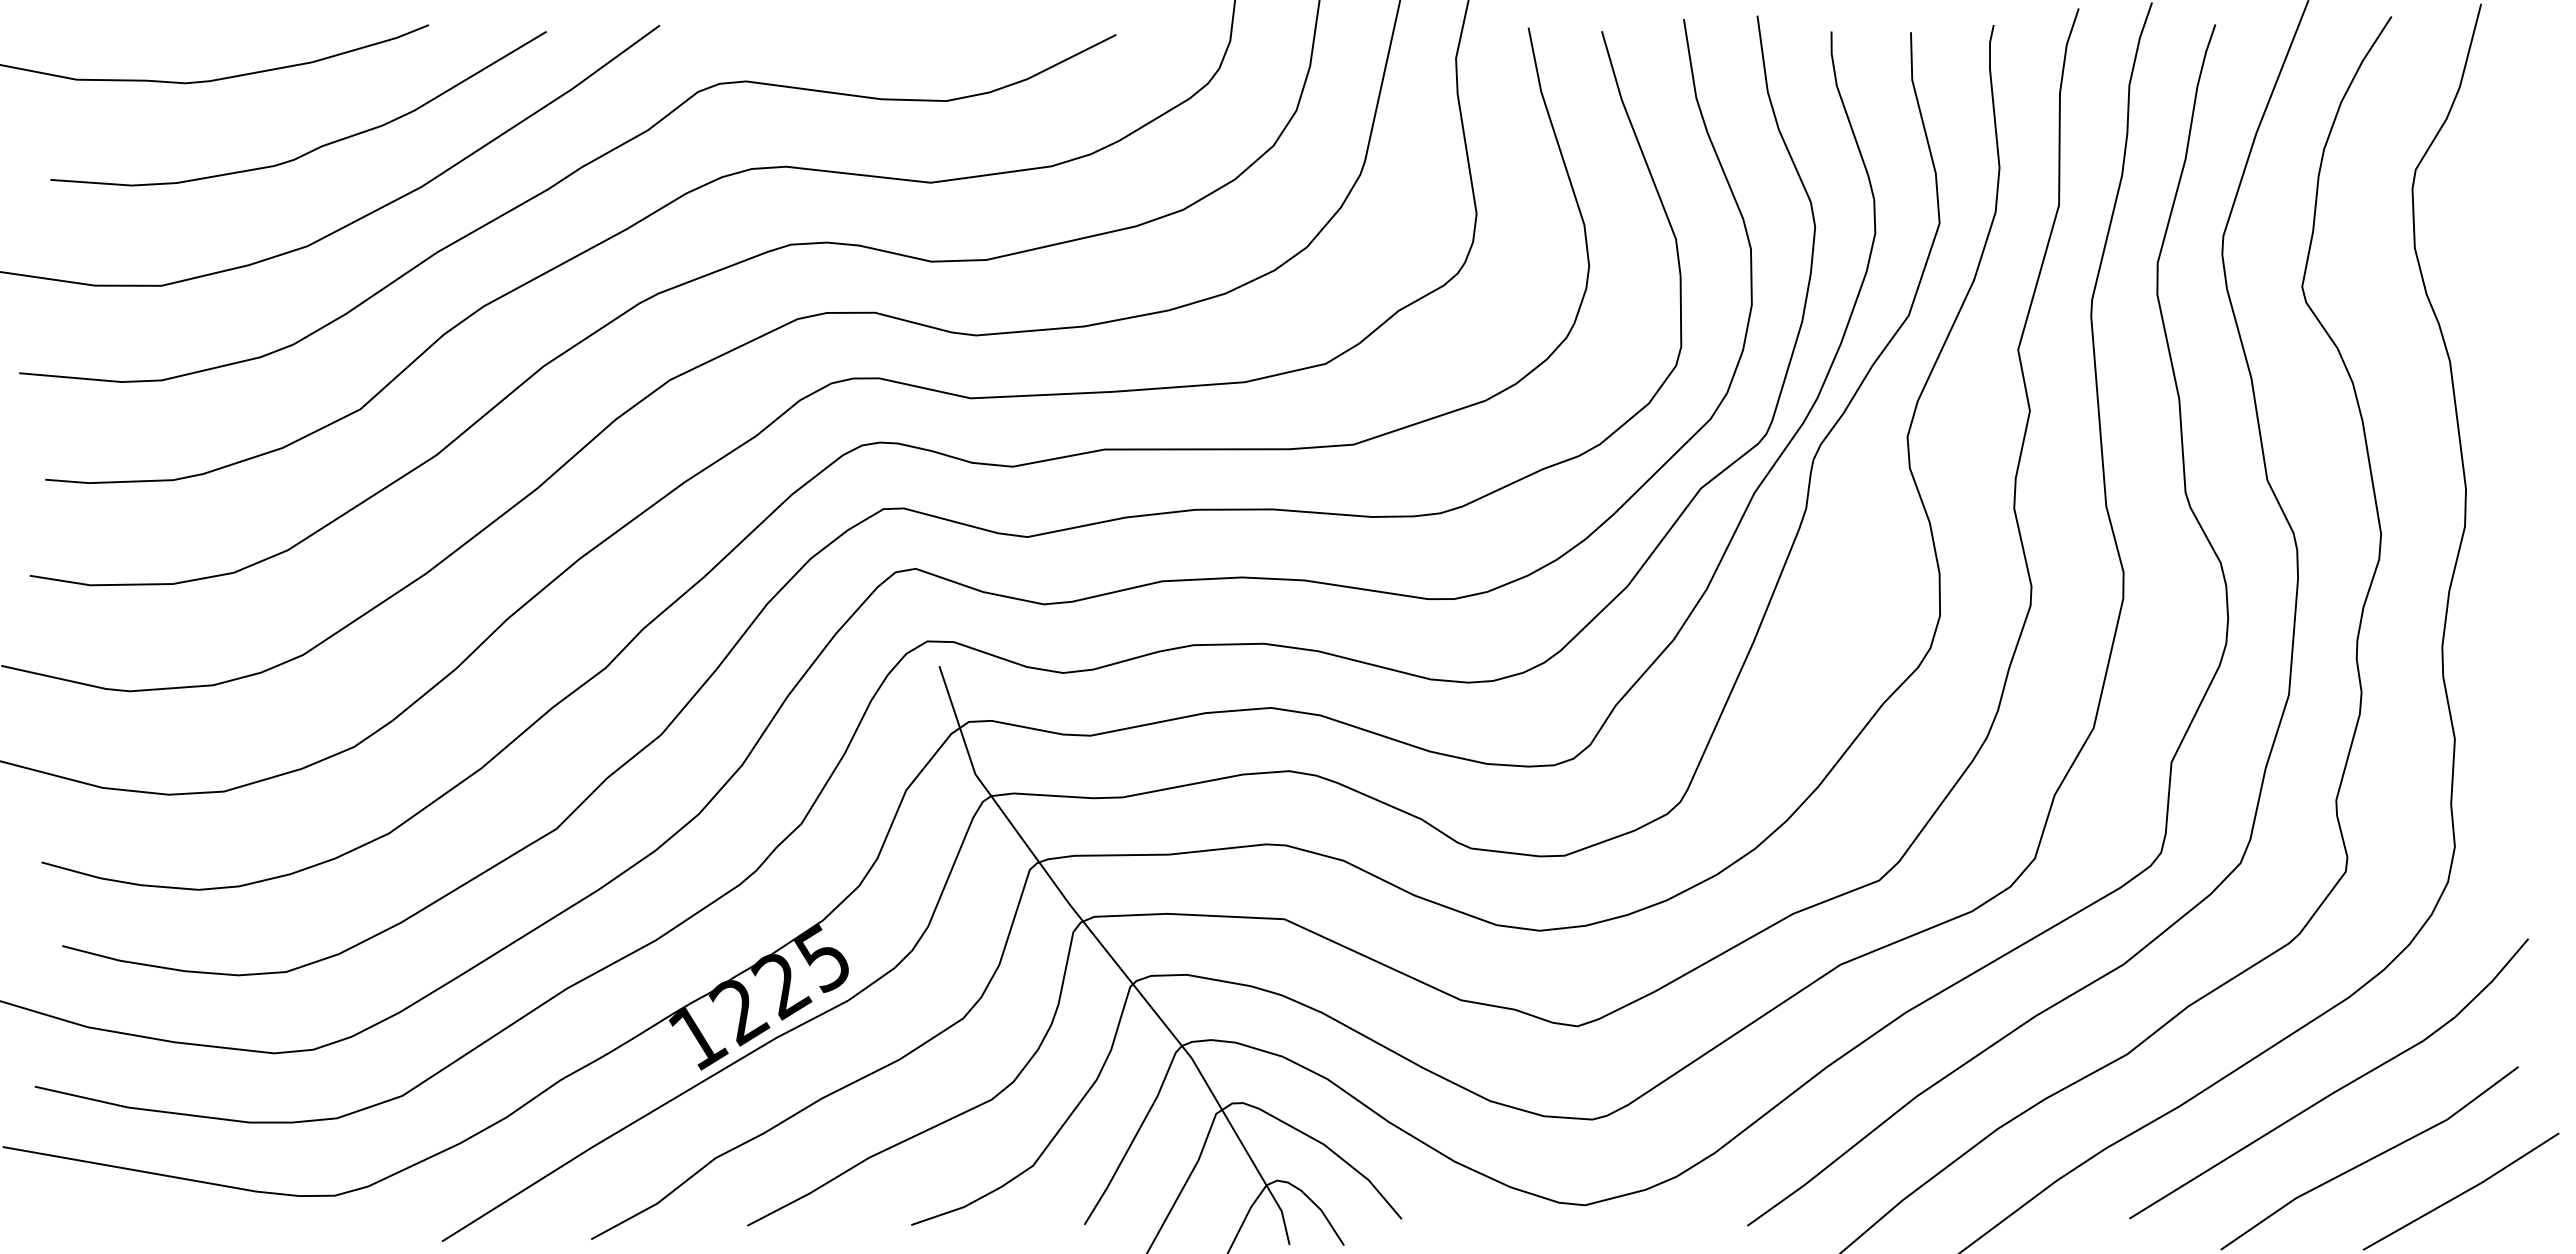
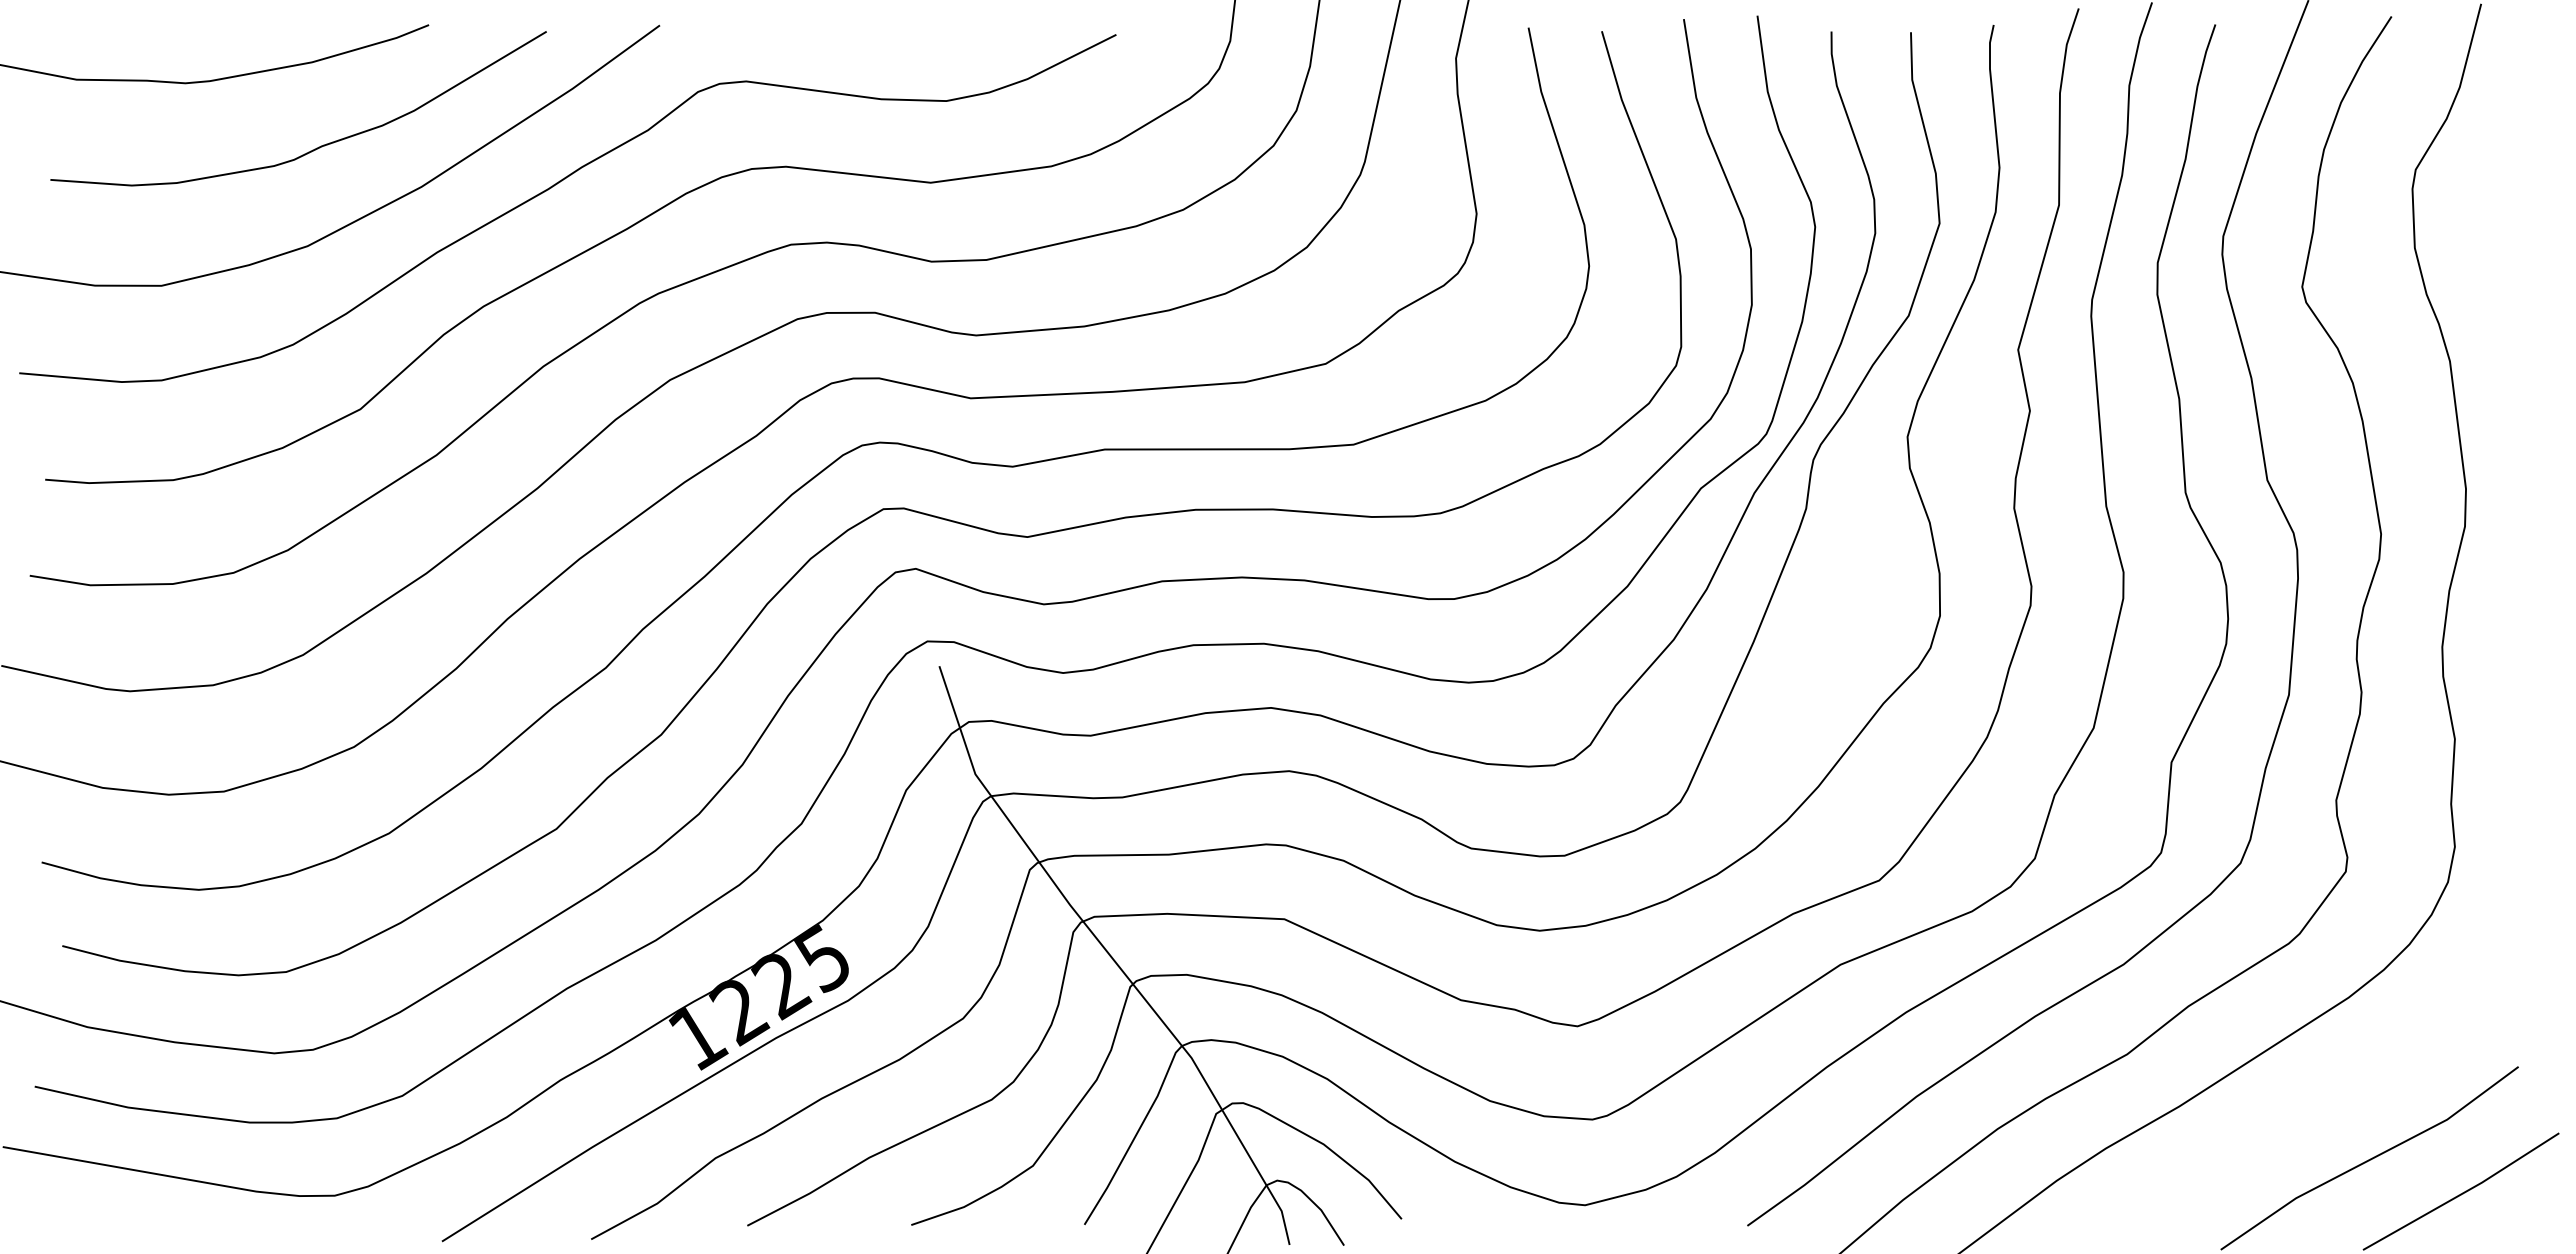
curve at (2335, 1090): present -> none
